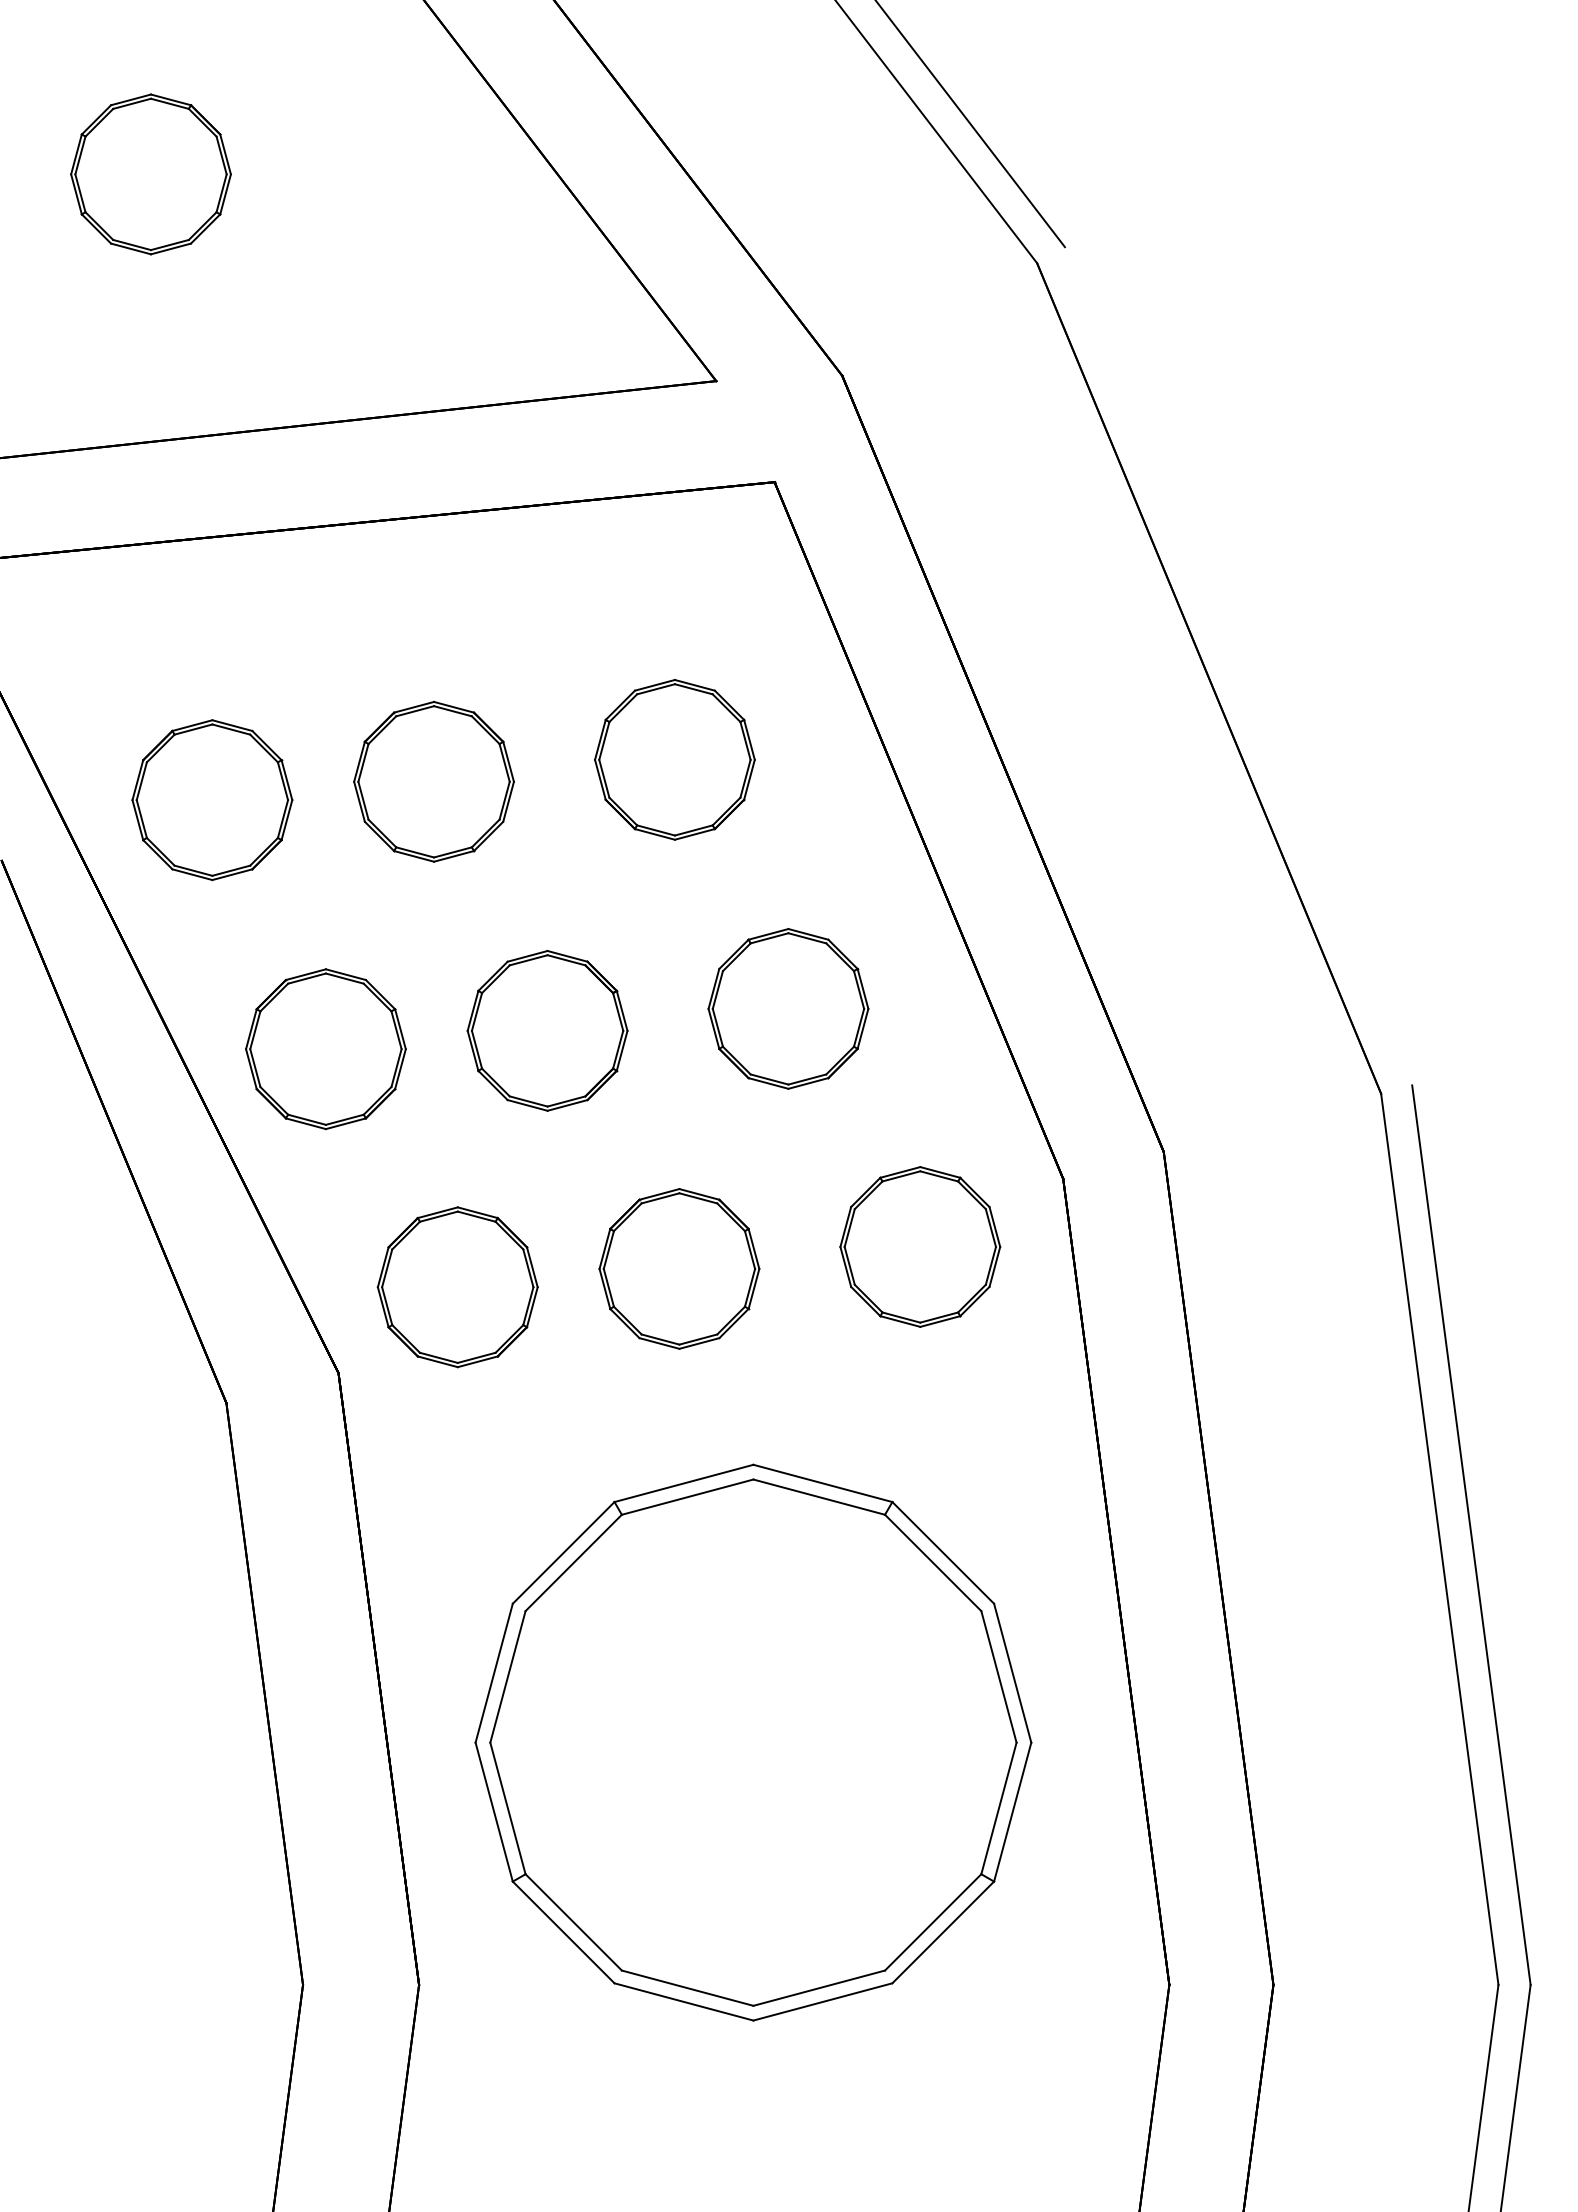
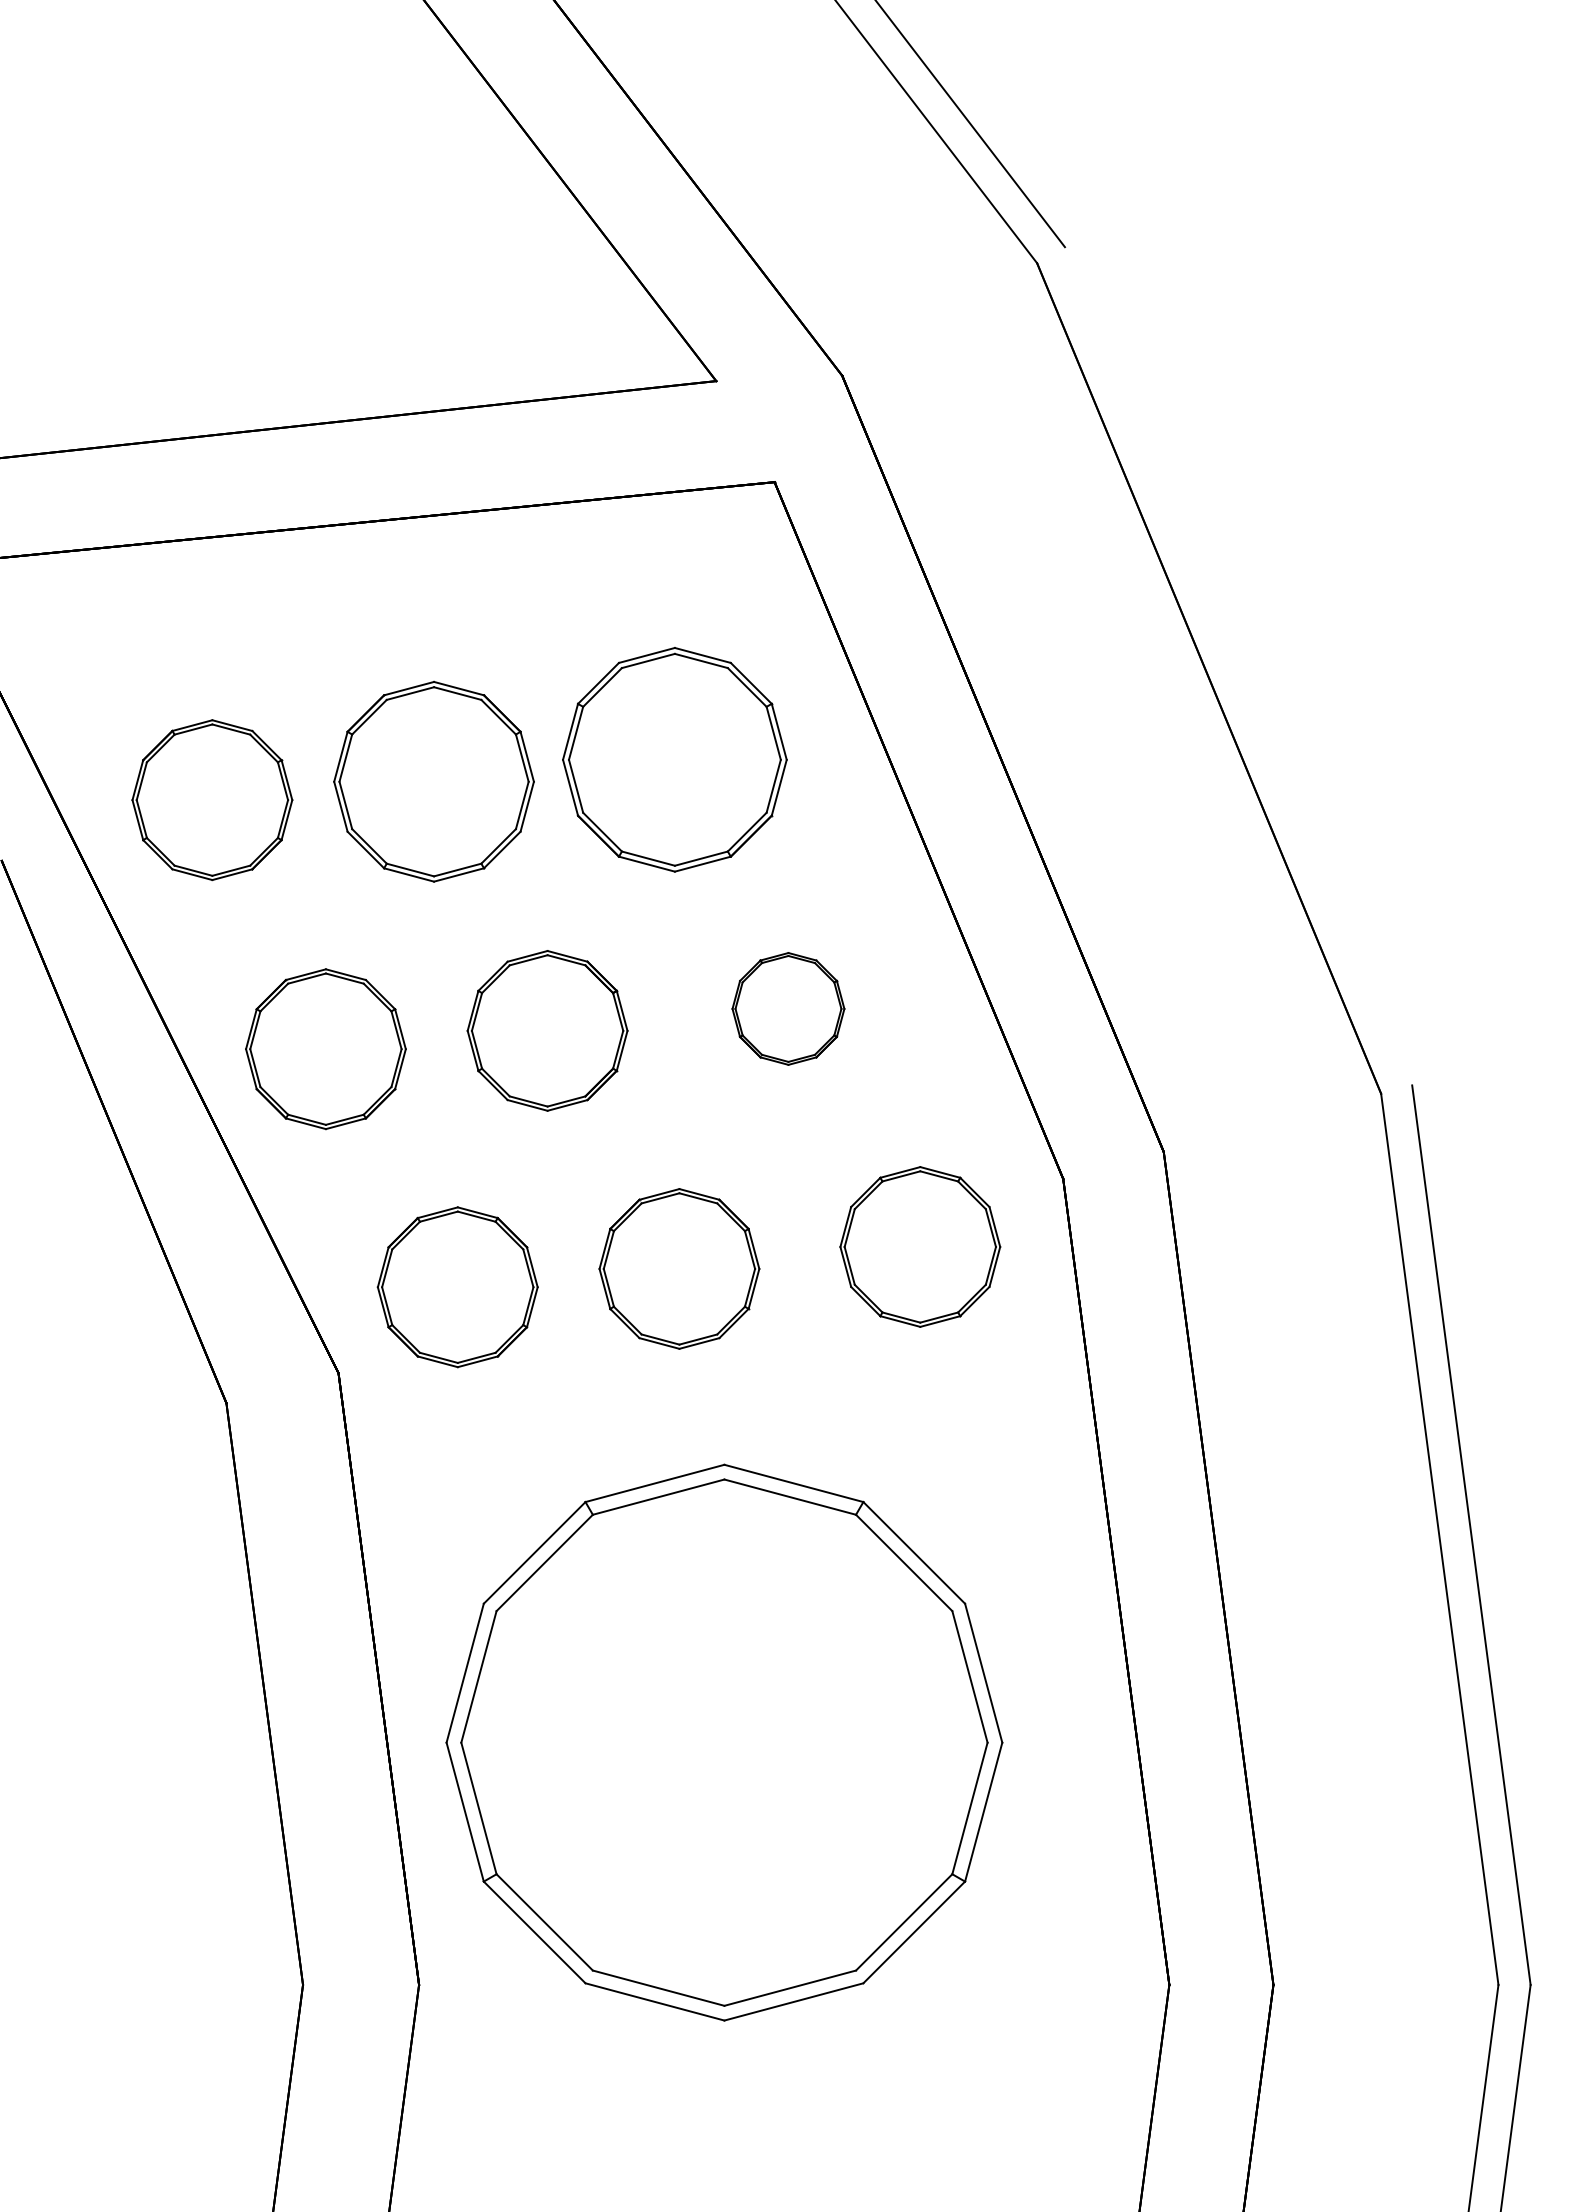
part at (150, 174): present -> none
part at (674, 759) size: 162x162 px -> 226x226 px
part at (433, 781) size: 162x162 px -> 202x203 px
part at (788, 1008) size: 163x162 px -> 115x114 px
part at (753, 1742) position: (753, 1742) -> (724, 1742)
